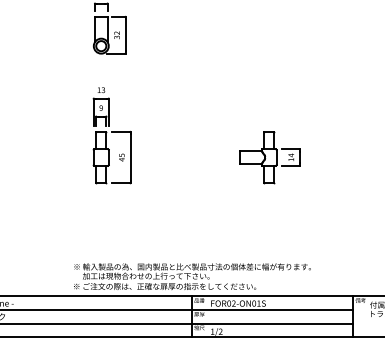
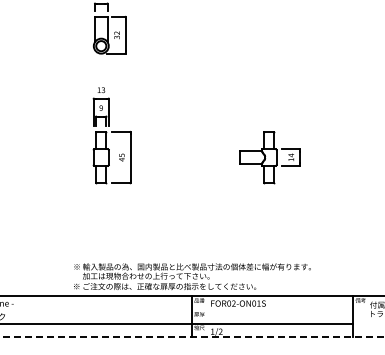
line at (177, 309): present -> none
line at (192, 337): solid -> dashed
